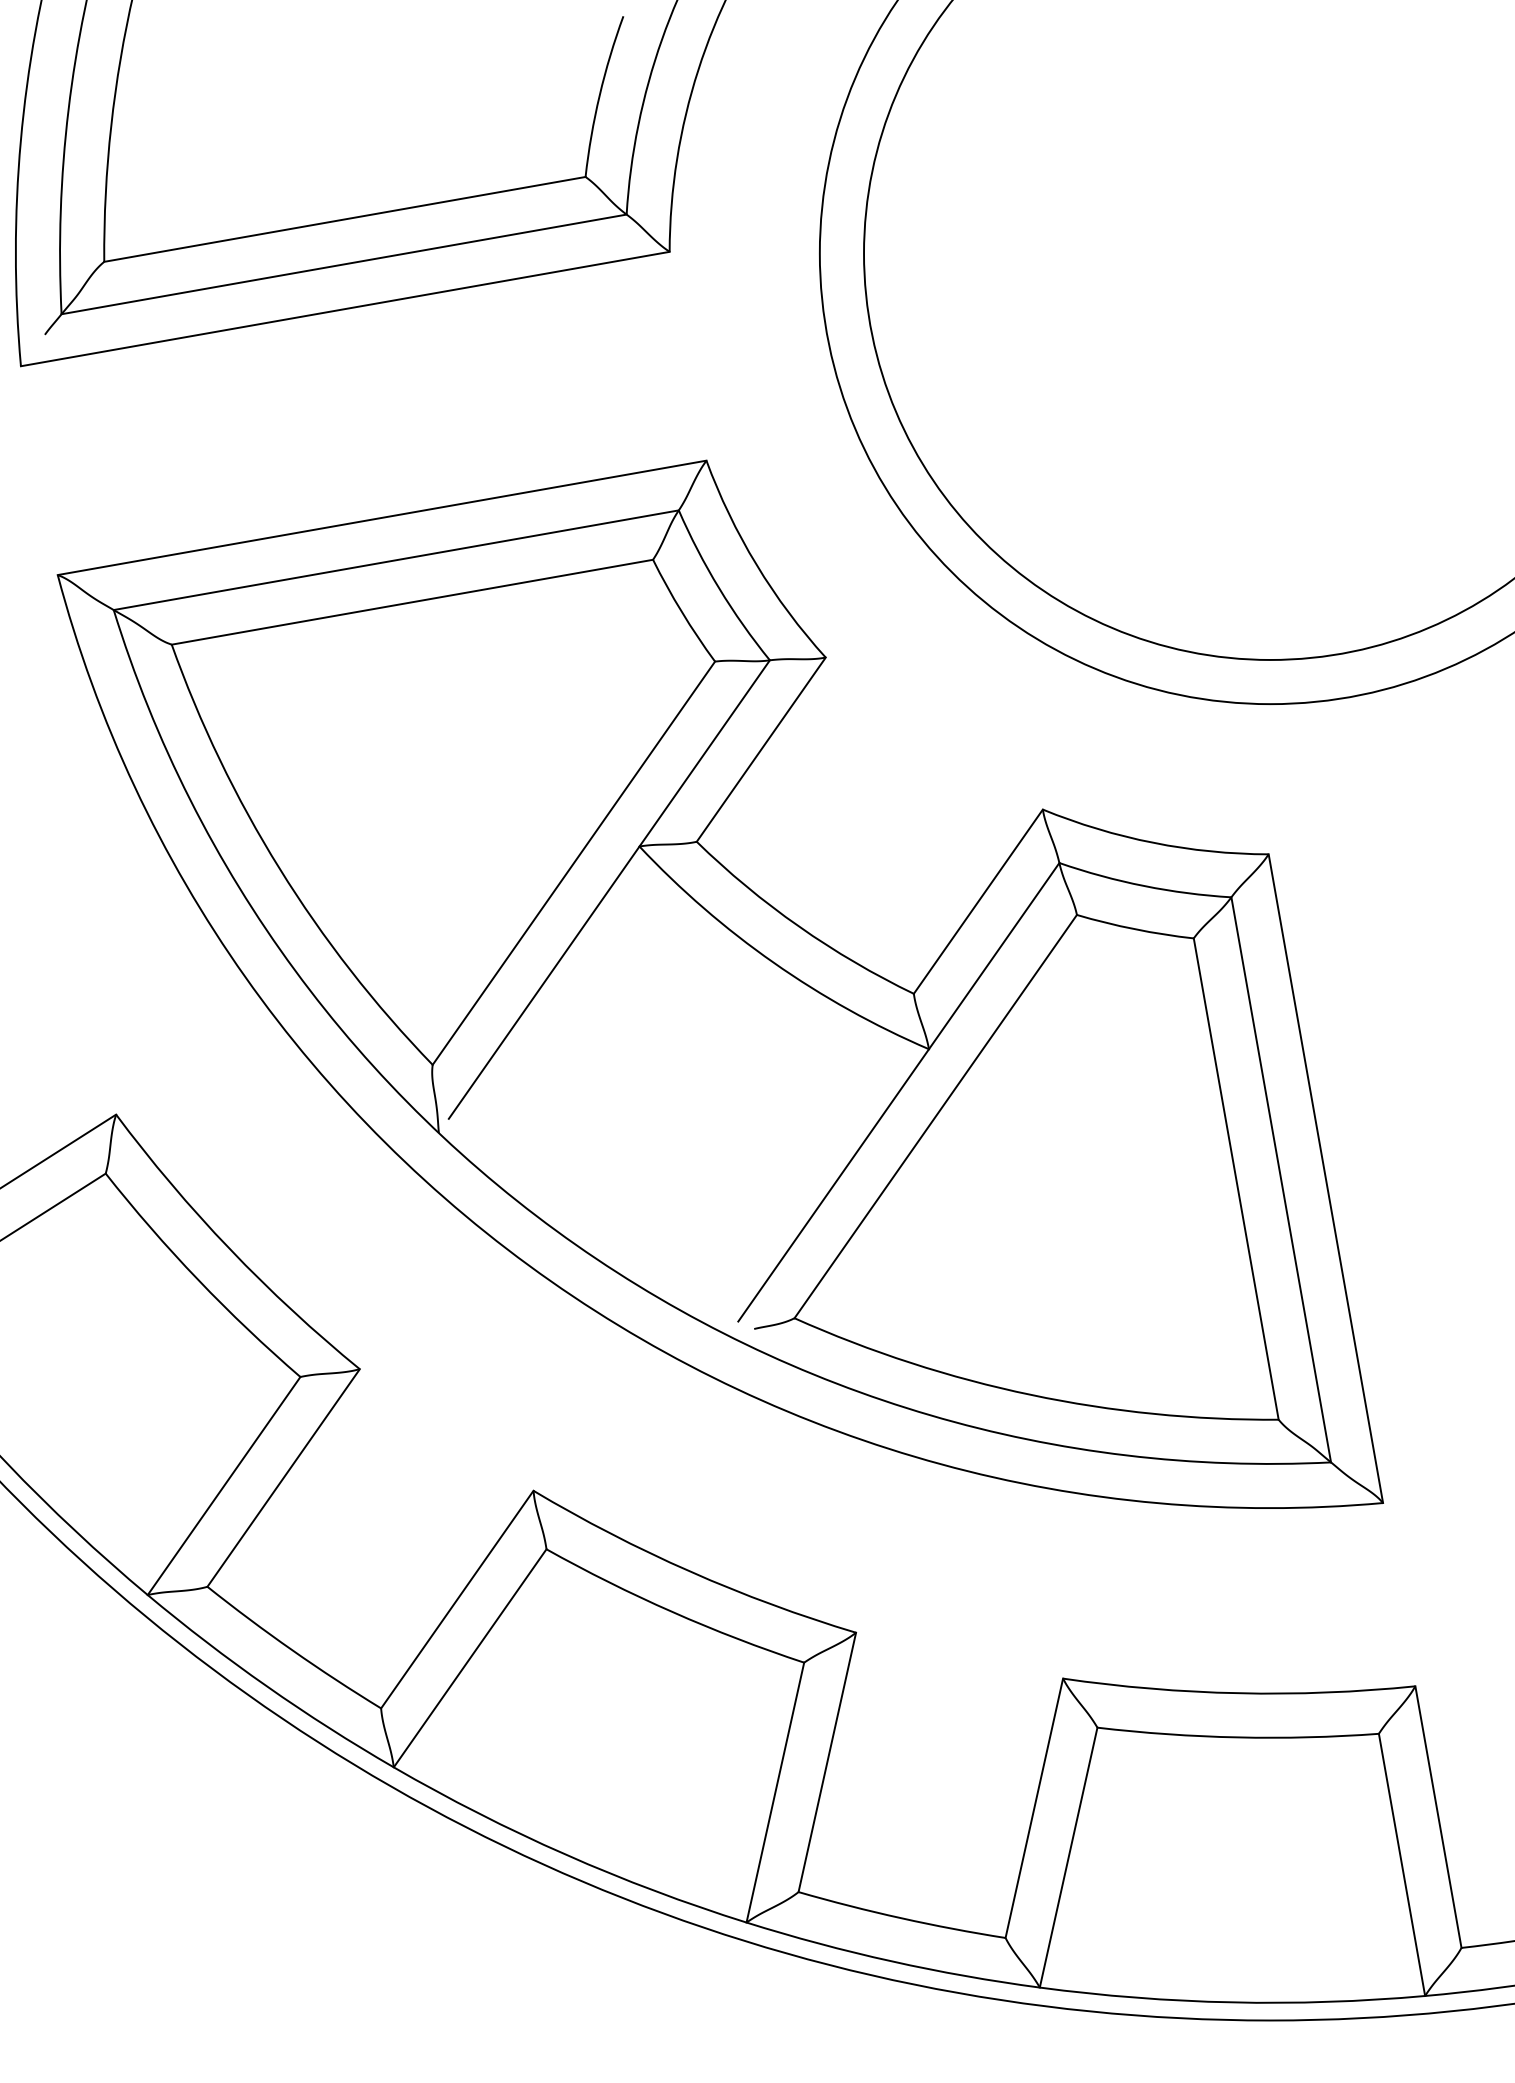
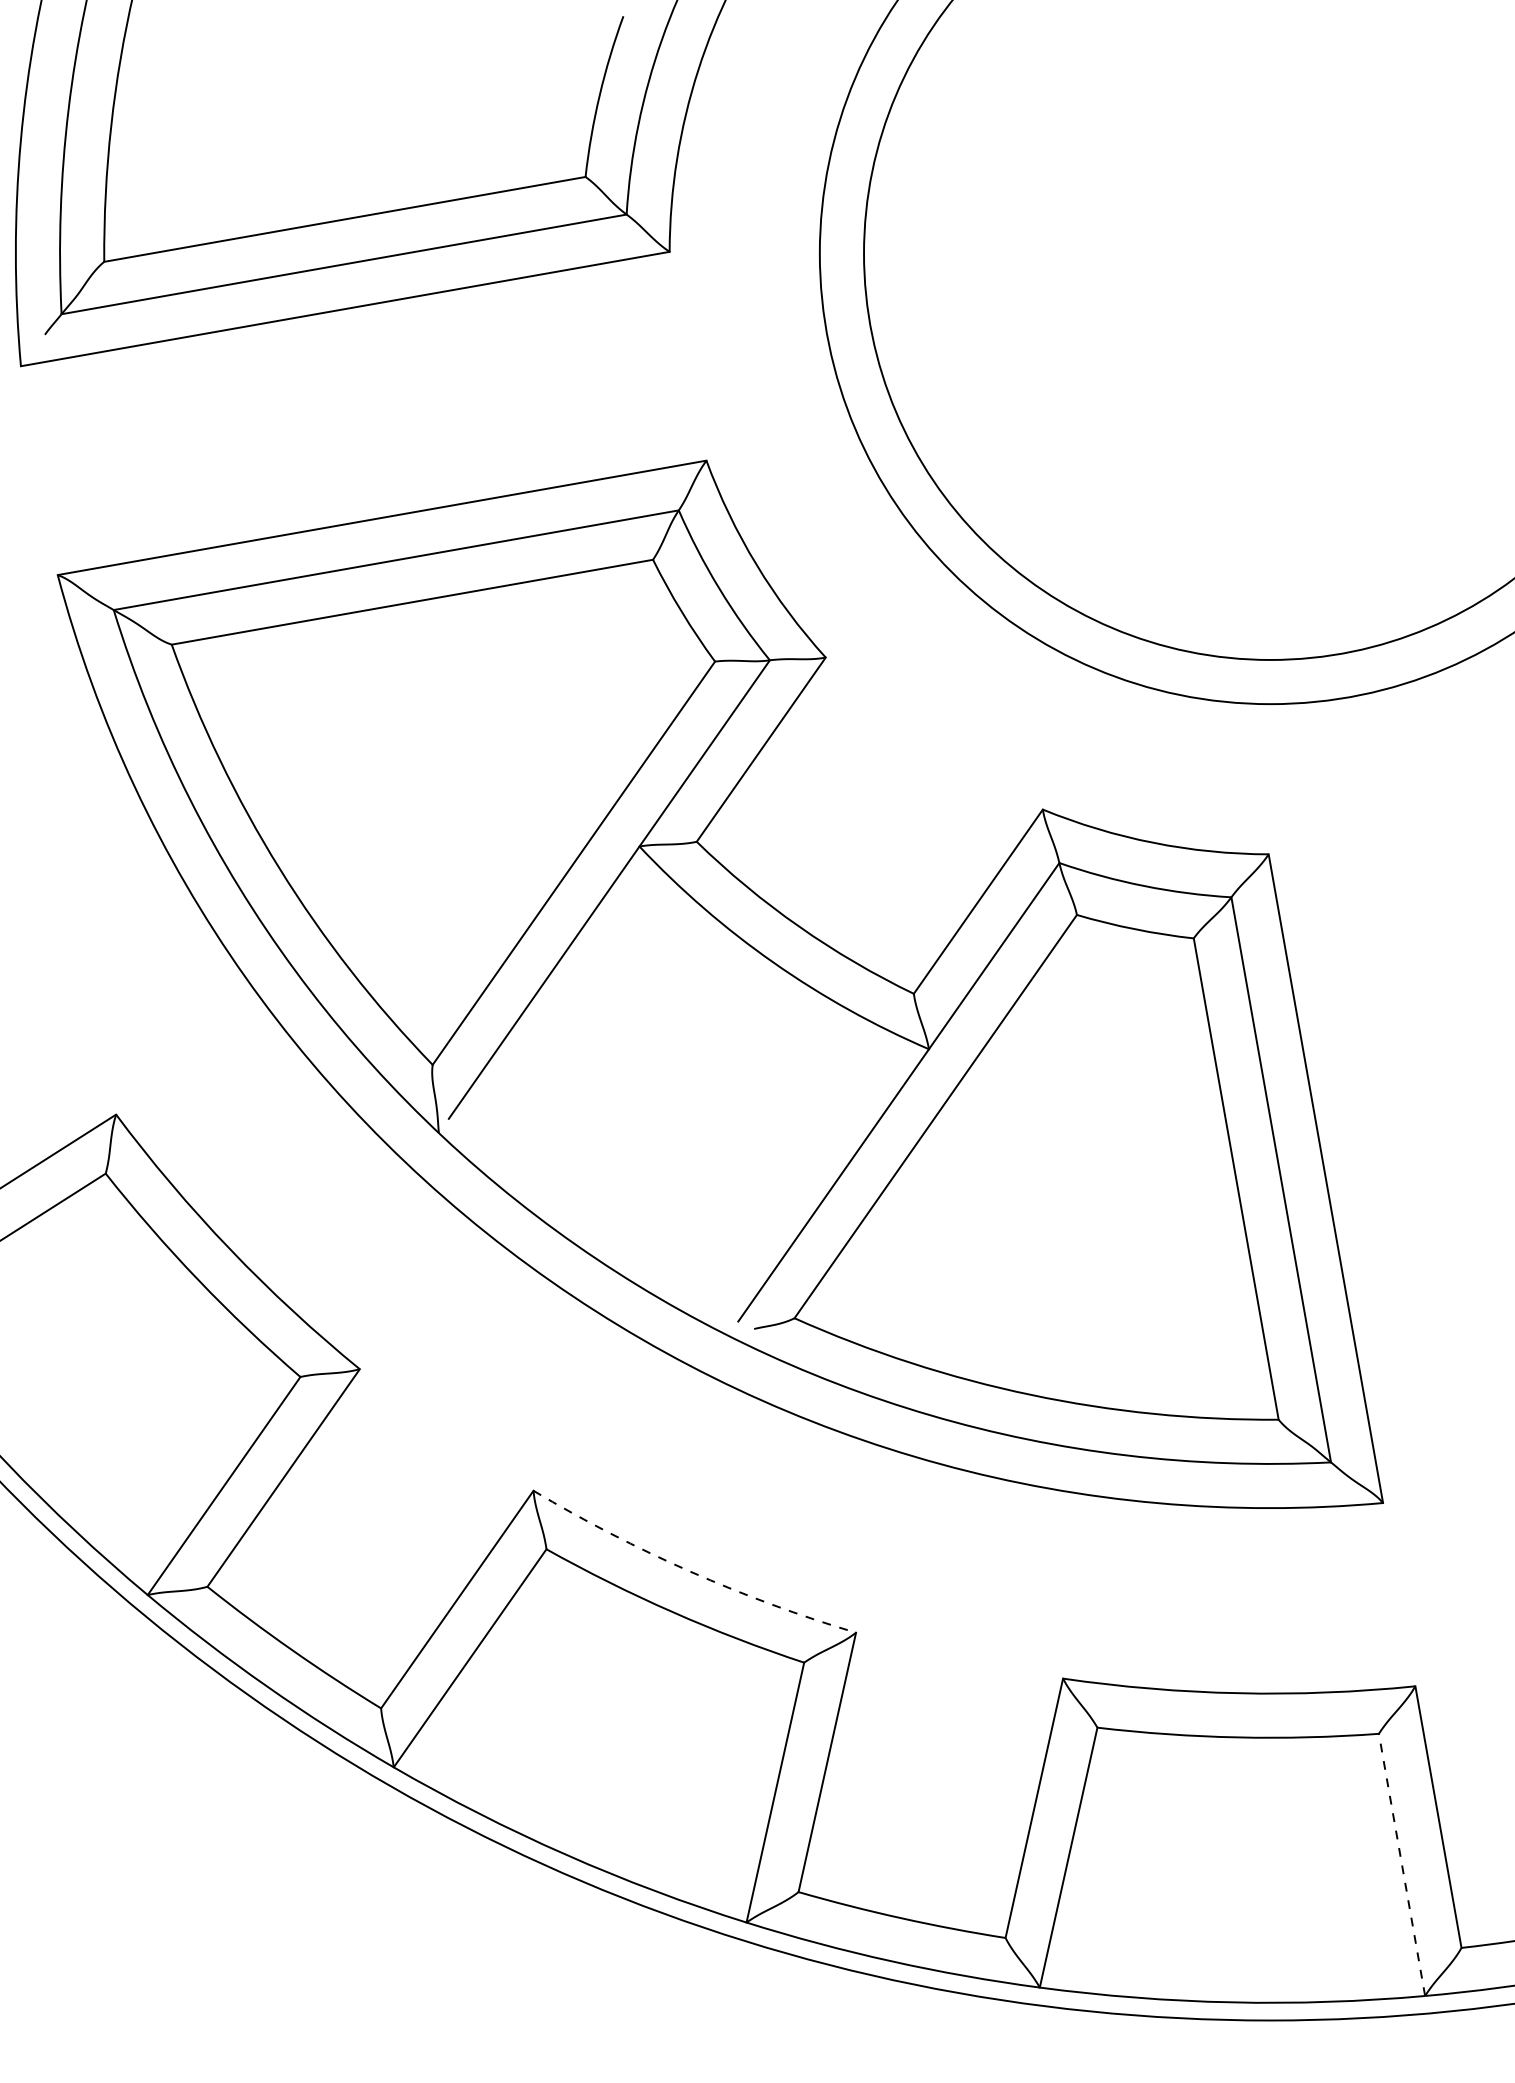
arc at (690, 1571): solid -> dashed
line at (1401, 1864): solid -> dashed
